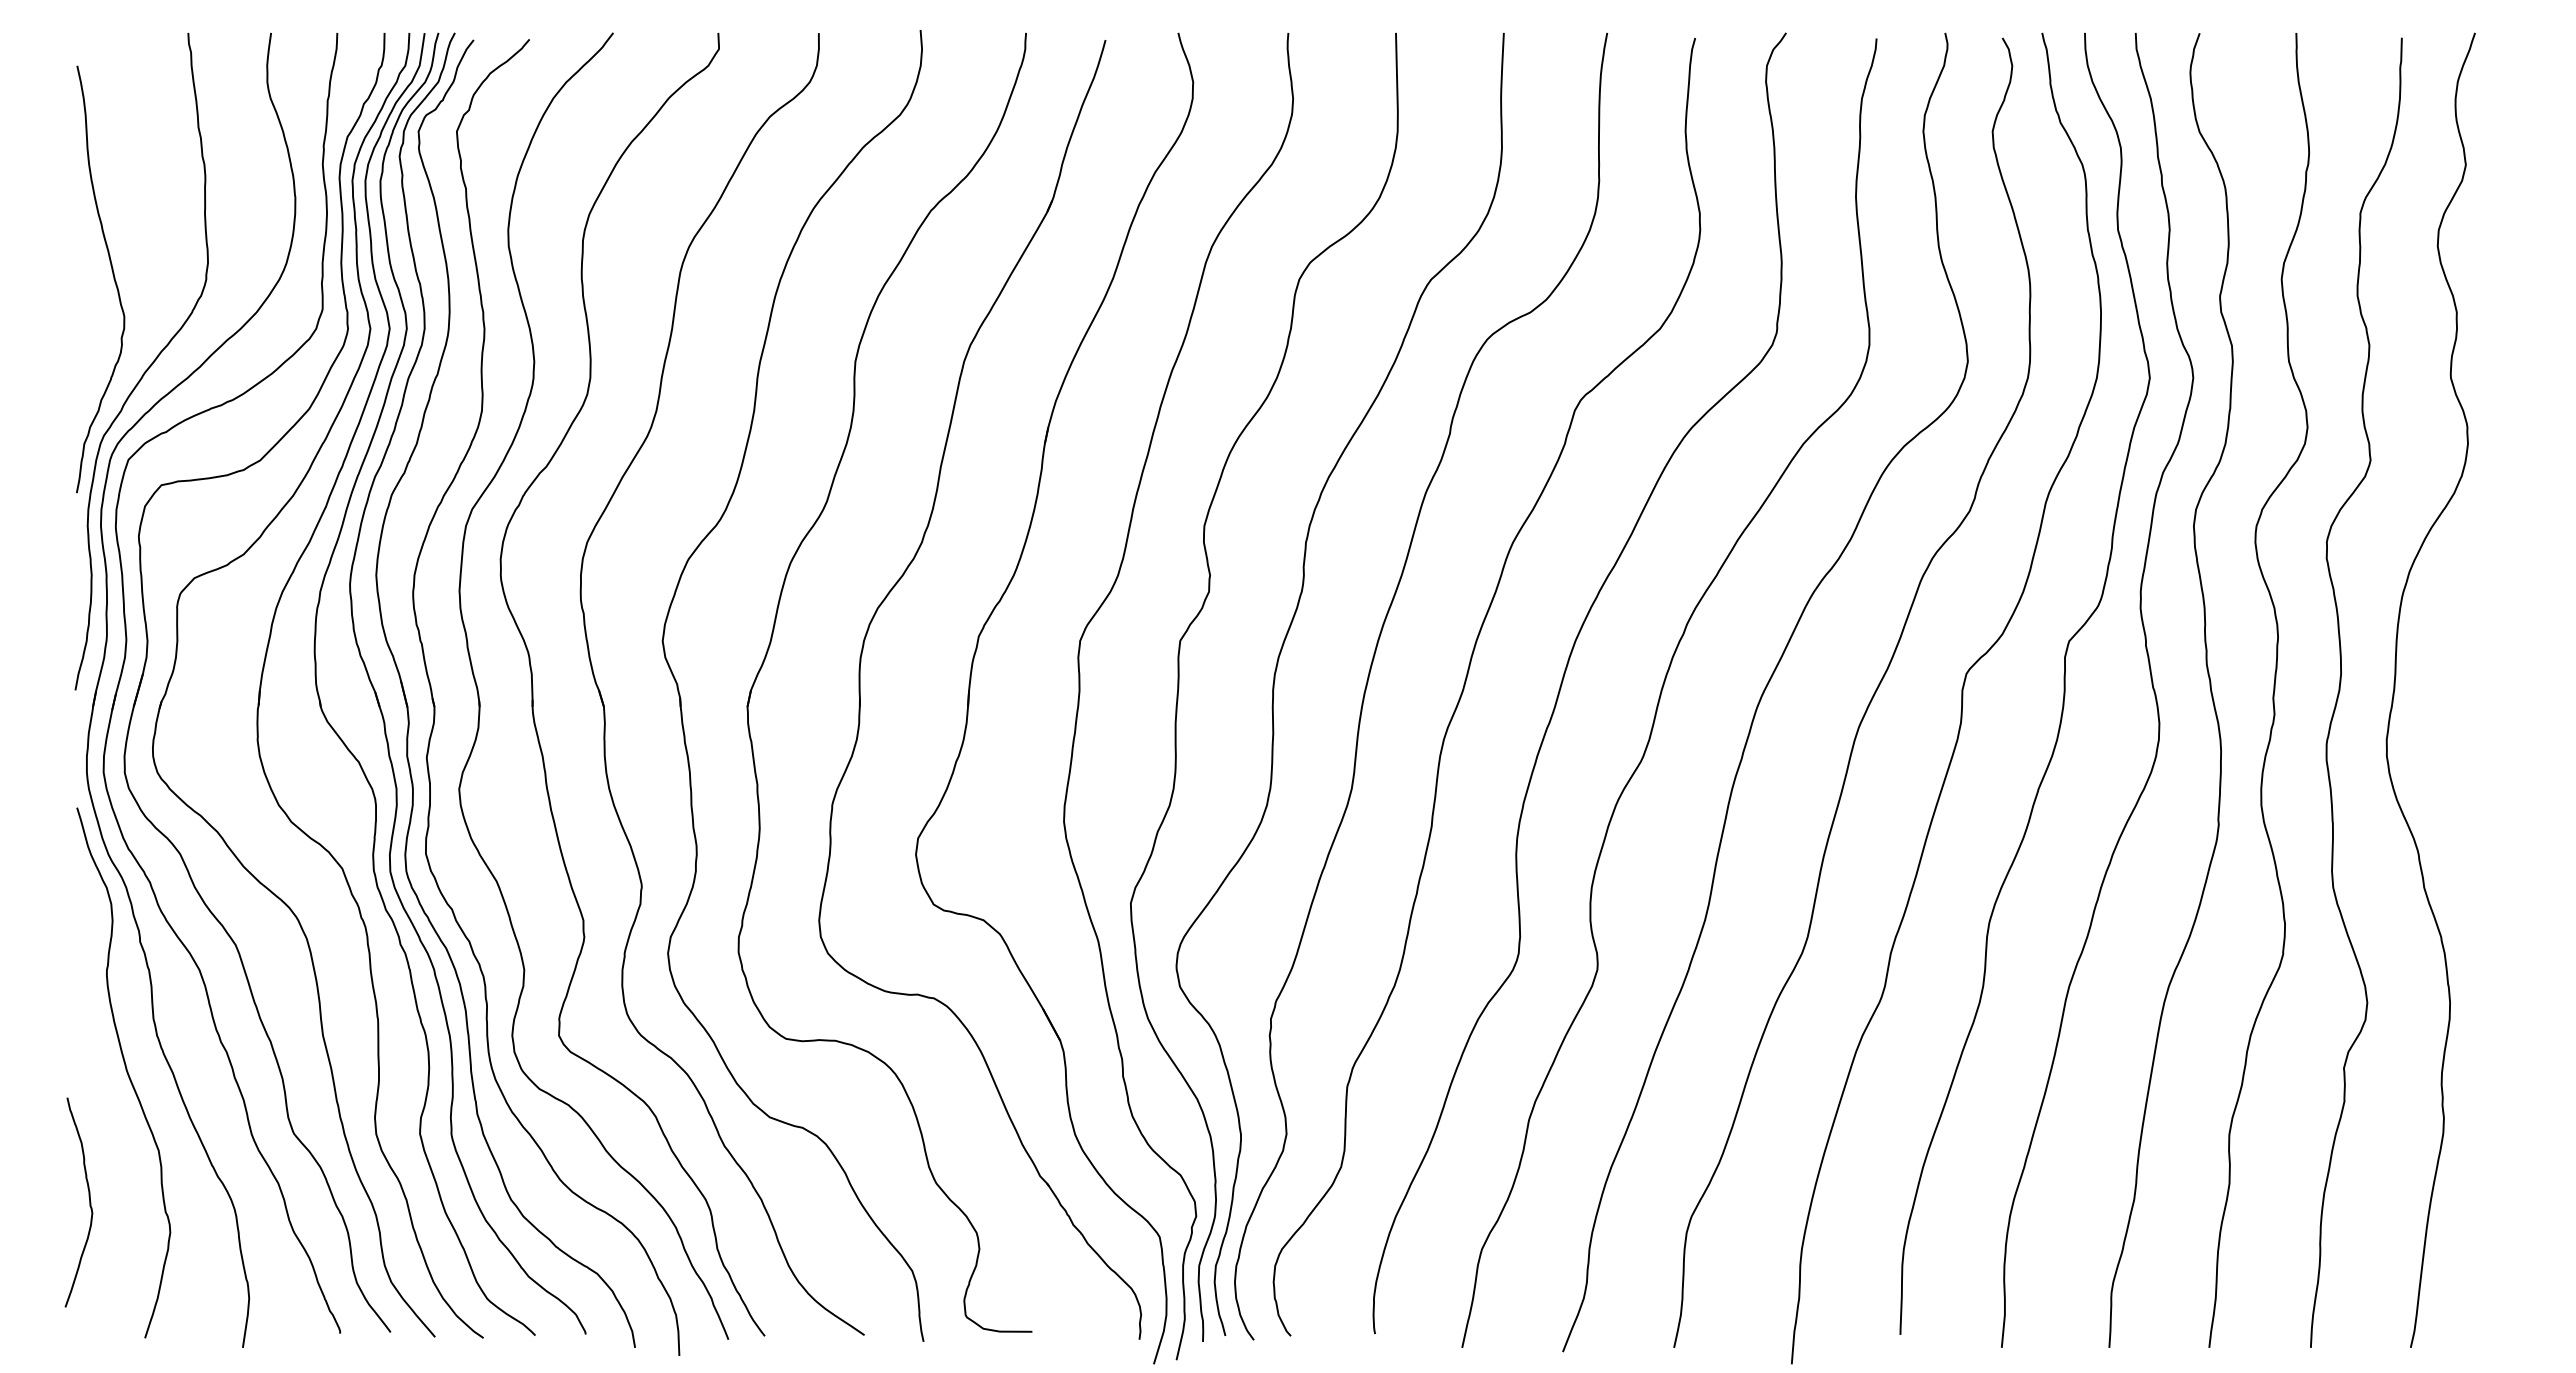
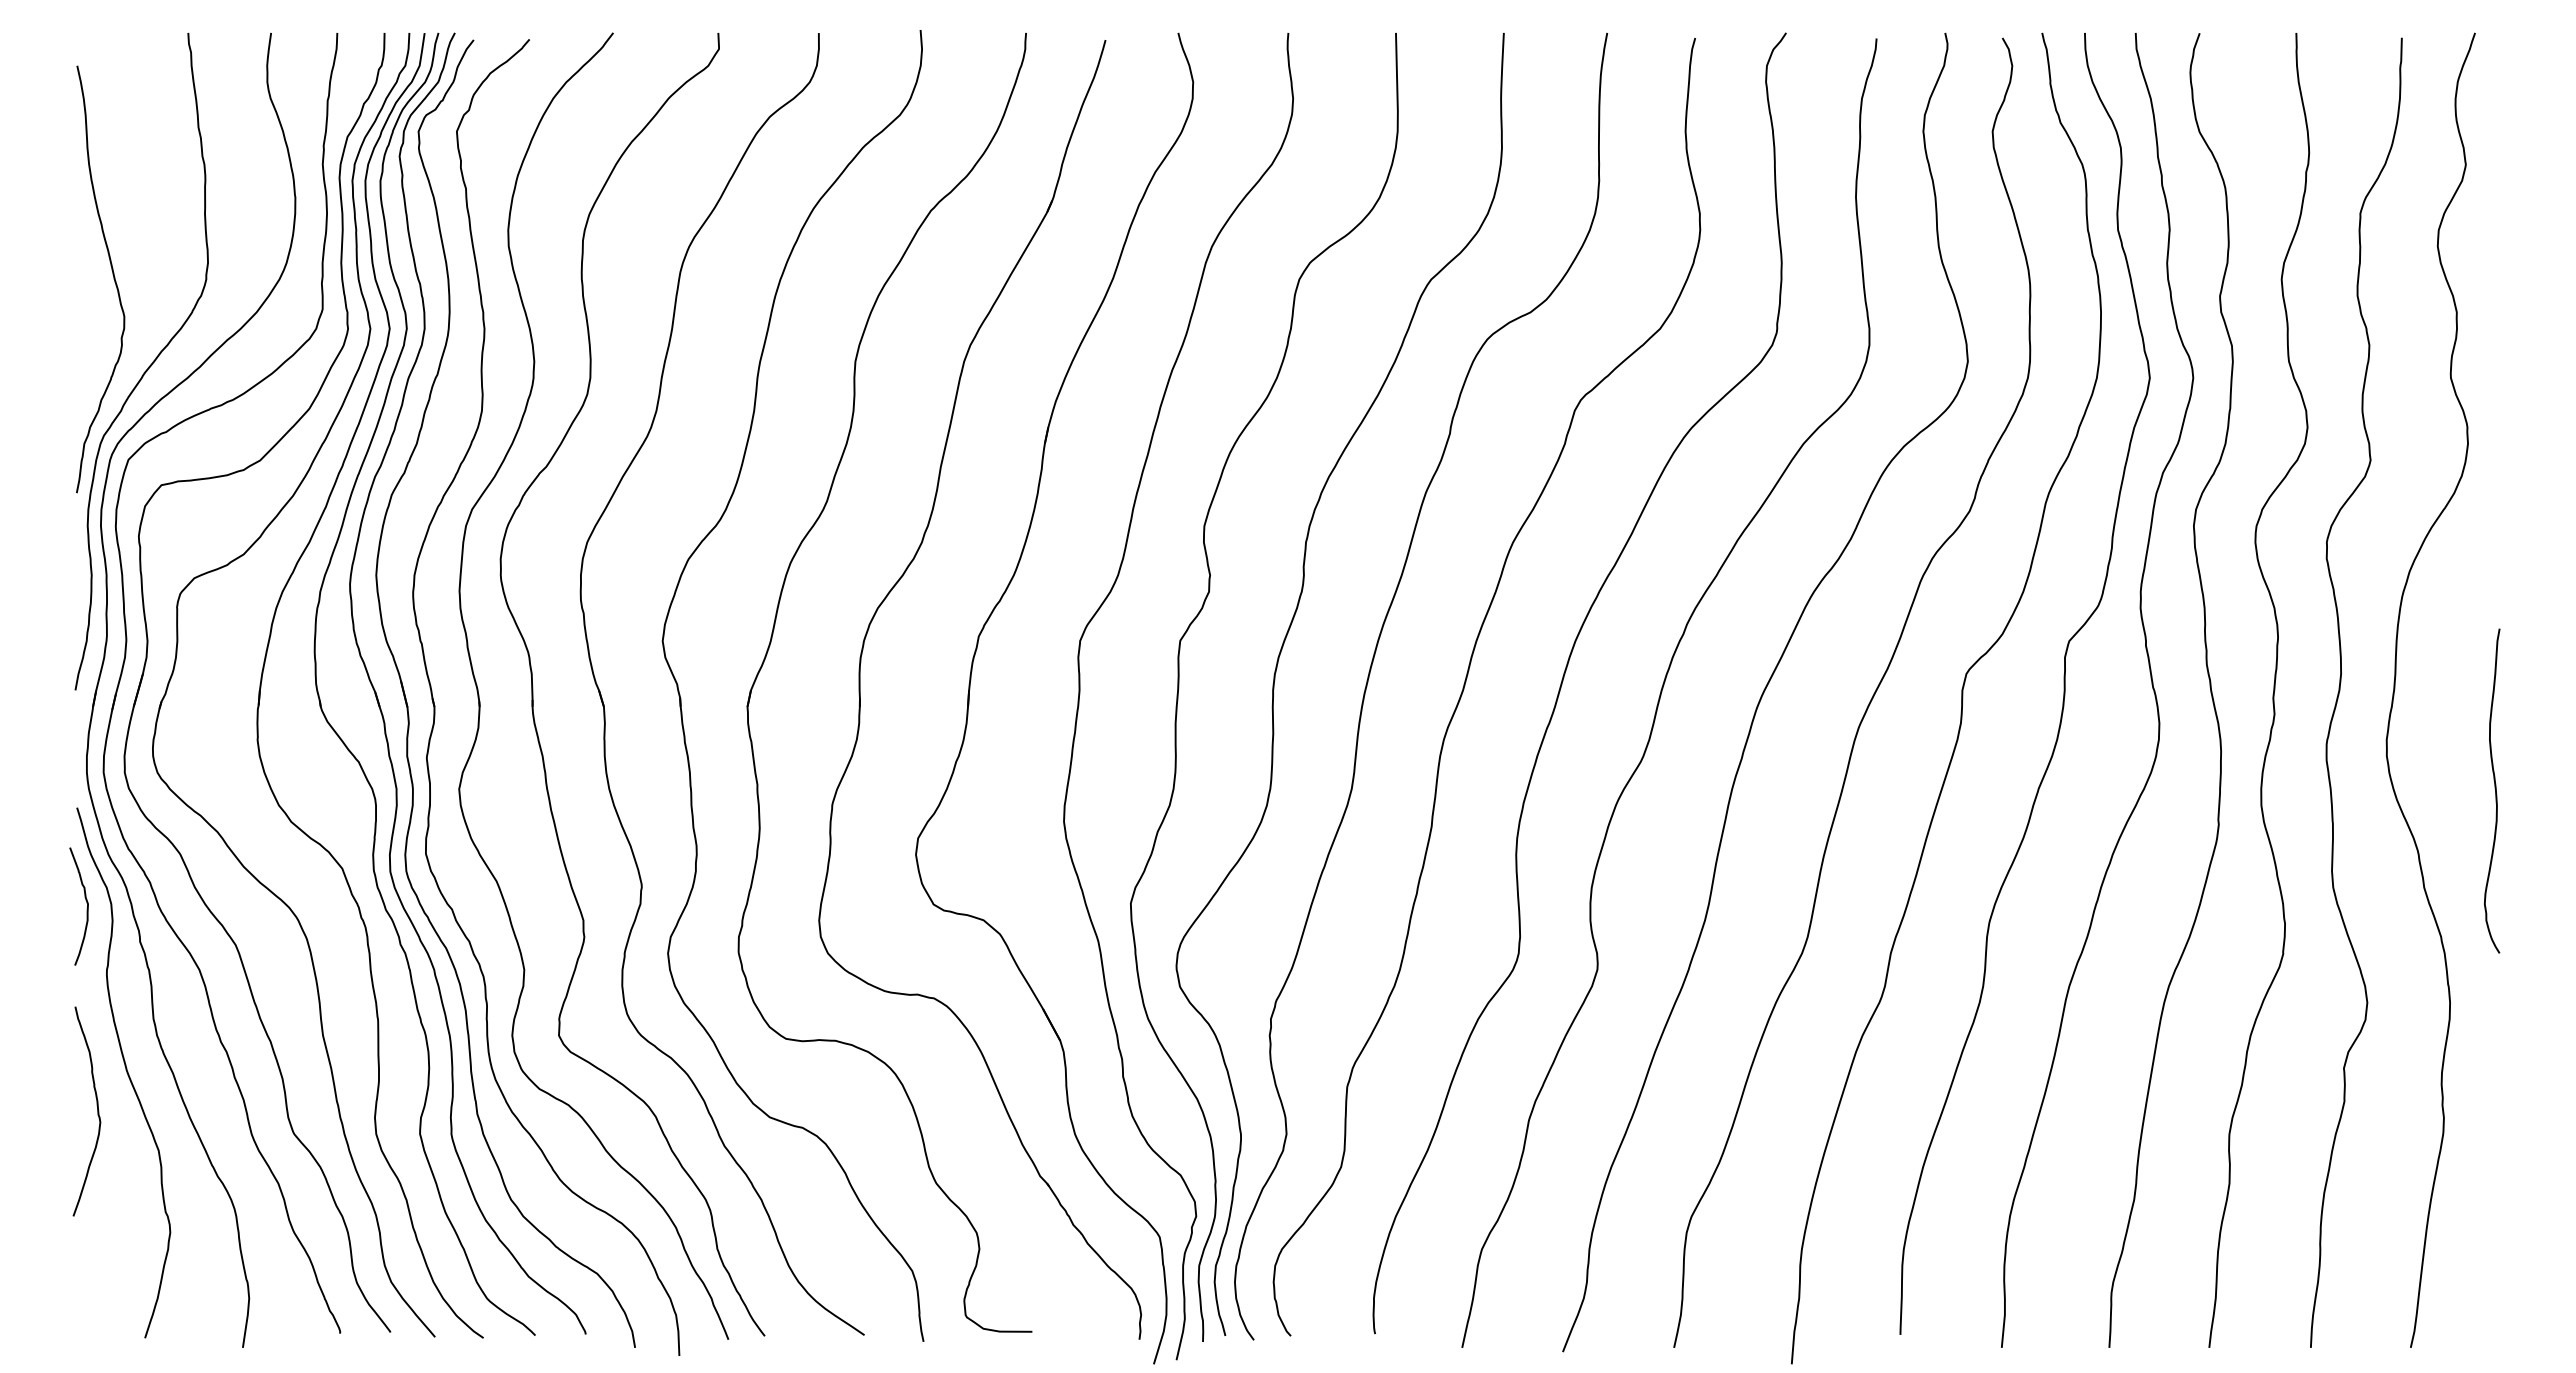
curve at (2494, 788): none -> present
curve at (86, 908): none -> present
curve at (89, 1202) position: (89, 1202) -> (97, 1111)
